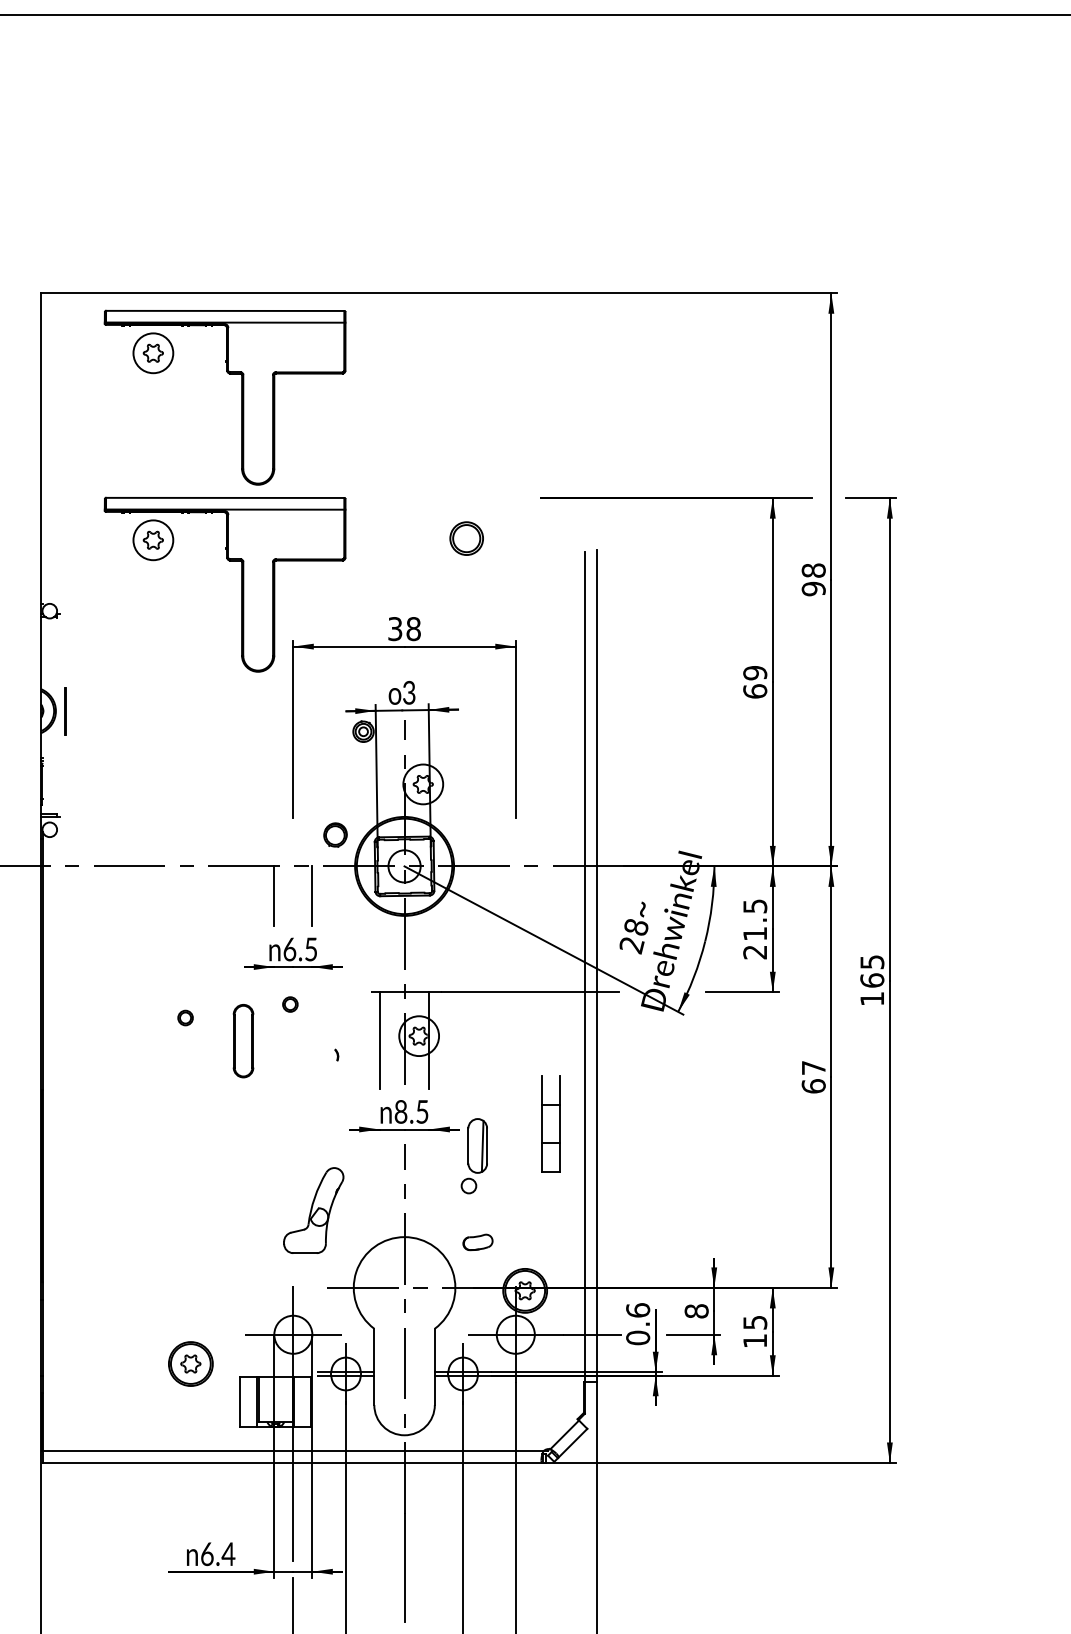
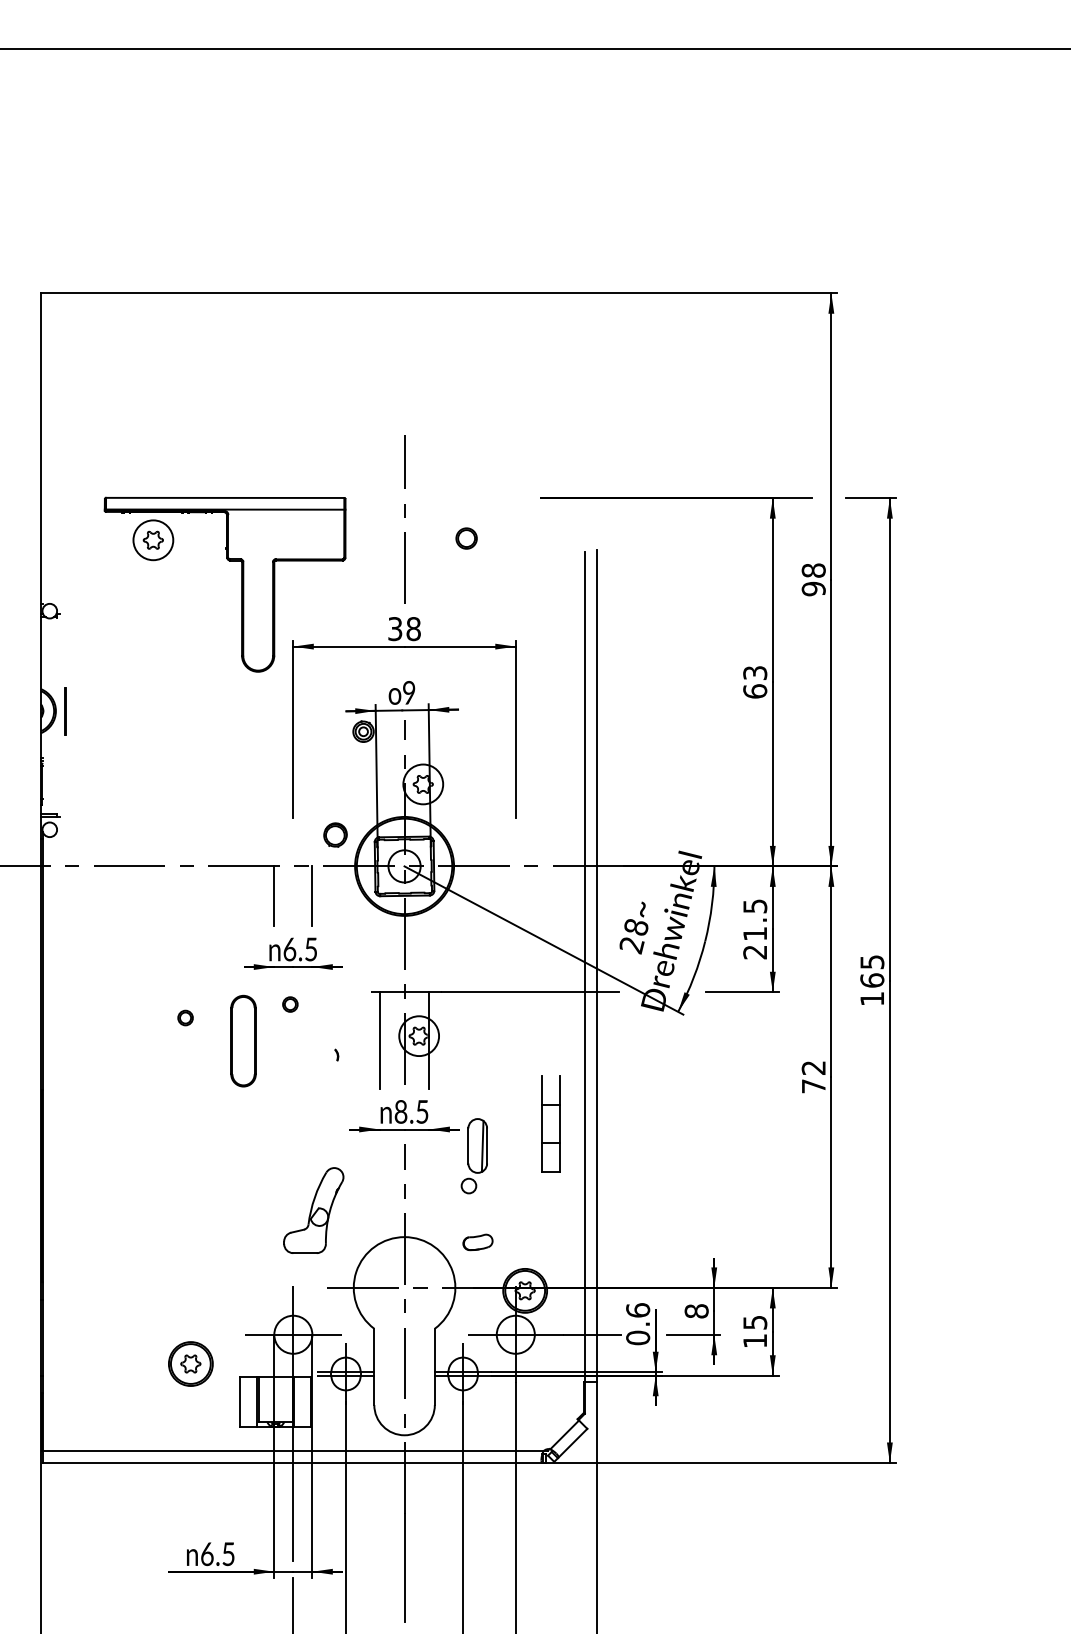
line at (534, 15) position: (534, 15) -> (534, 49)
part at (241, 397): present -> none
line at (404, 517): none -> present
part at (466, 538) size: 35x35 px -> 23x23 px
text at (755, 673): 69 -> 63
text at (409, 692): 3 -> 9
part at (243, 1041) size: 23x75 px -> 27x94 px
text at (813, 1077): 67 -> 72
text at (228, 1554): 6.4 -> 6.5
